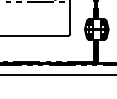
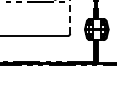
line at (70, 16): solid -> dashed
line at (57, 74): present -> none
